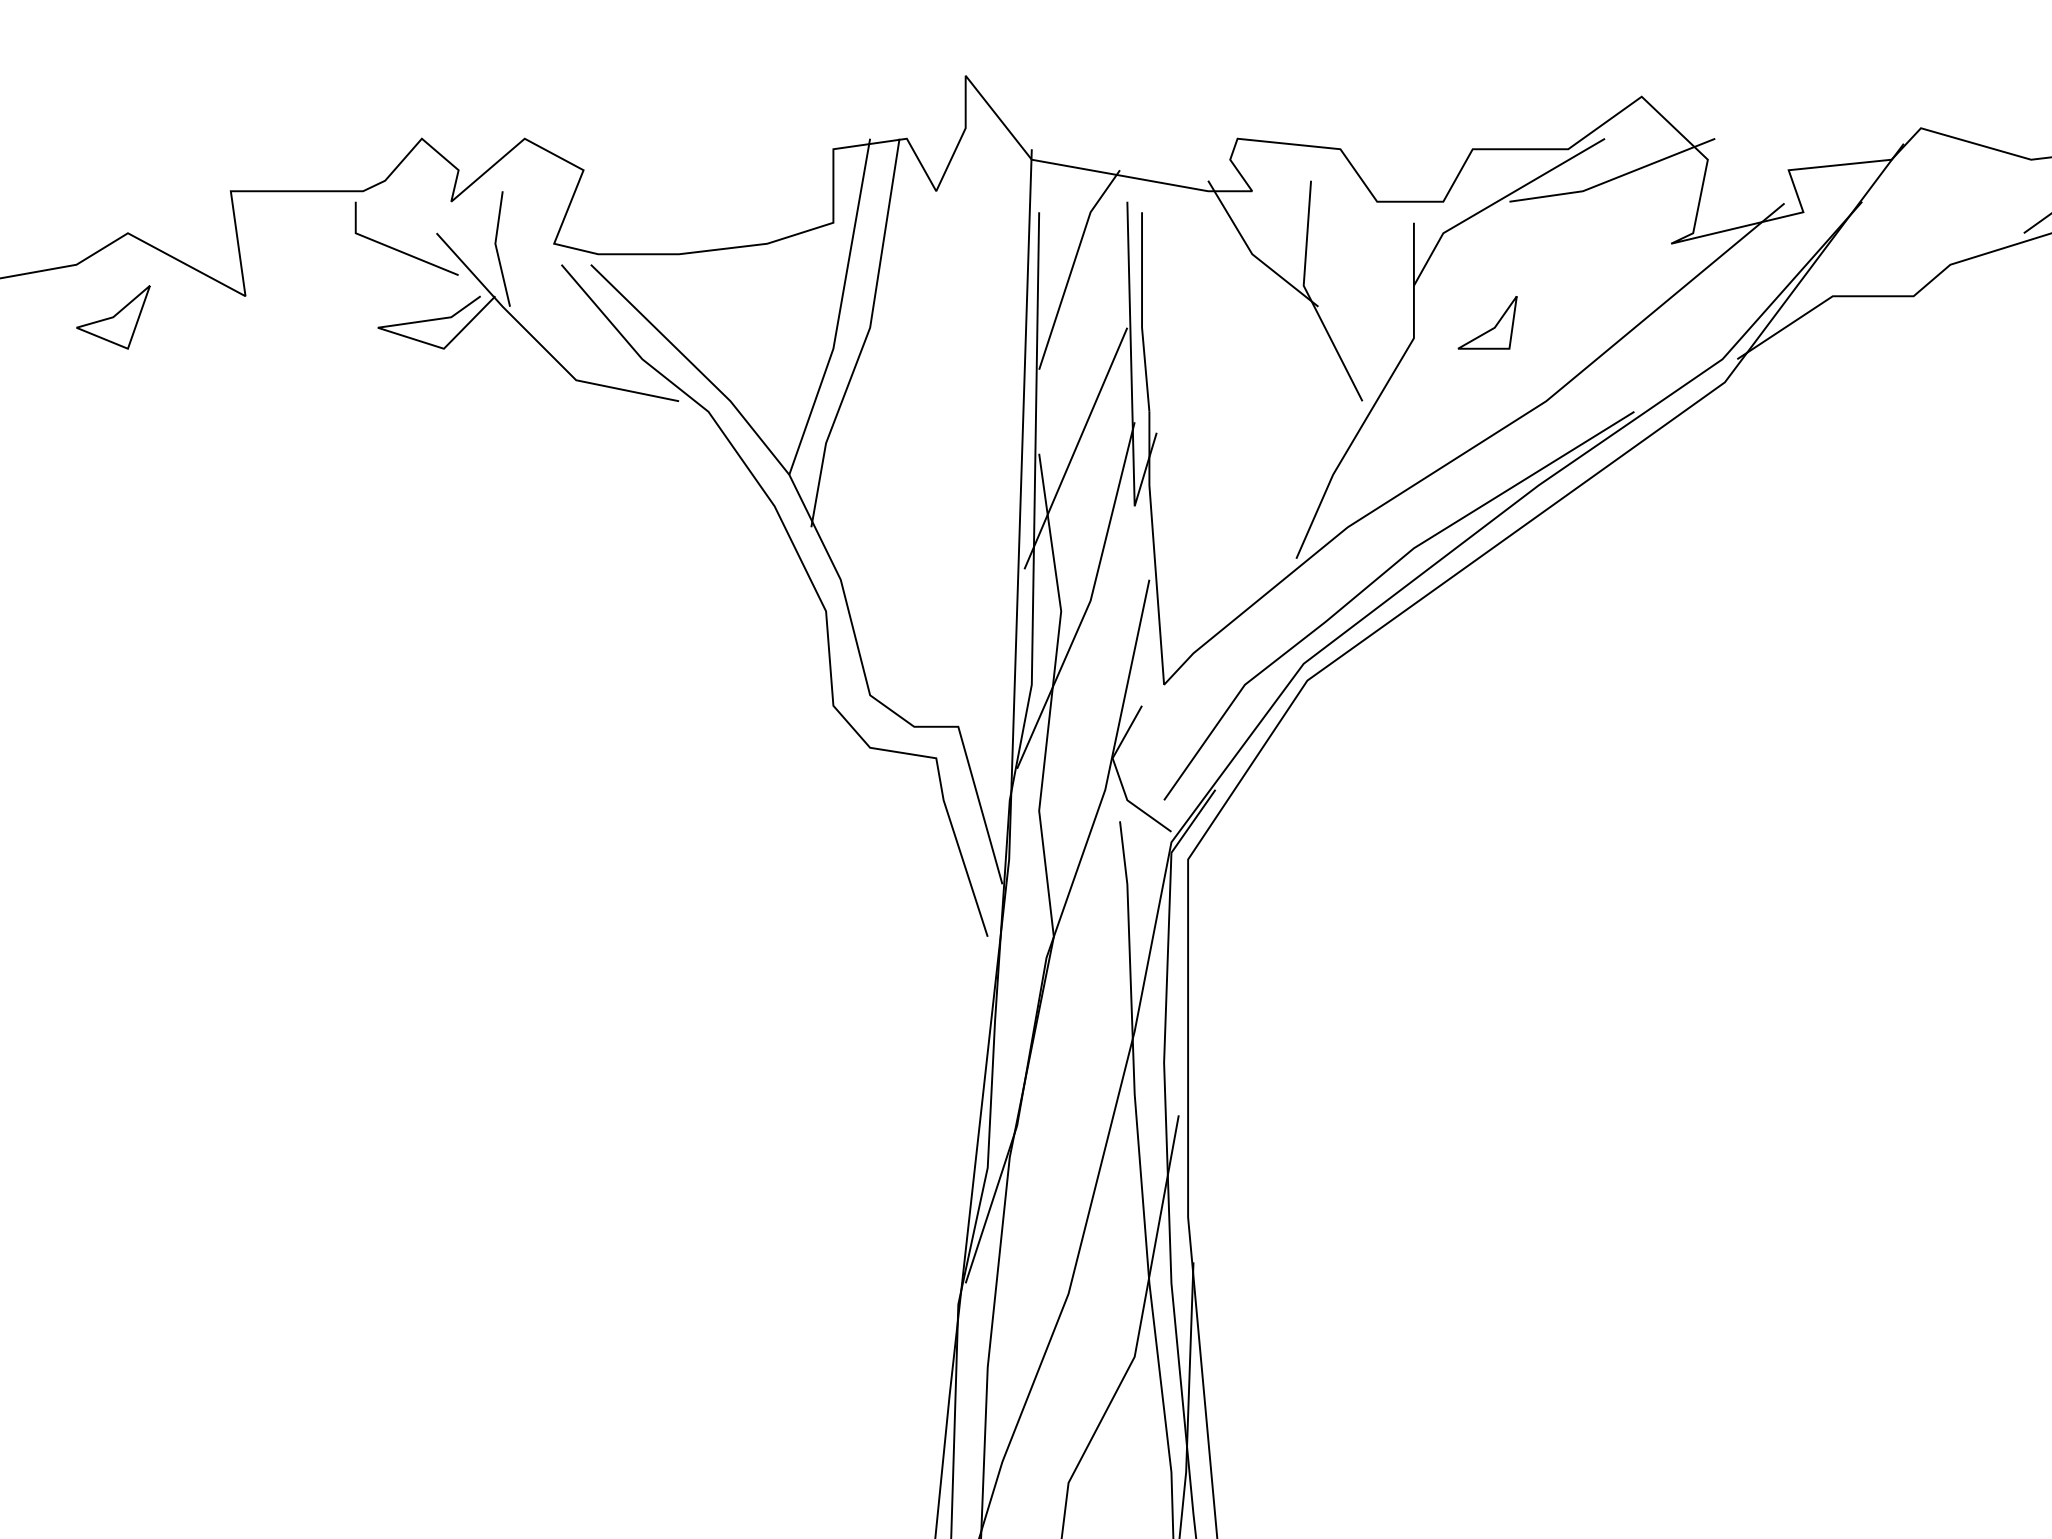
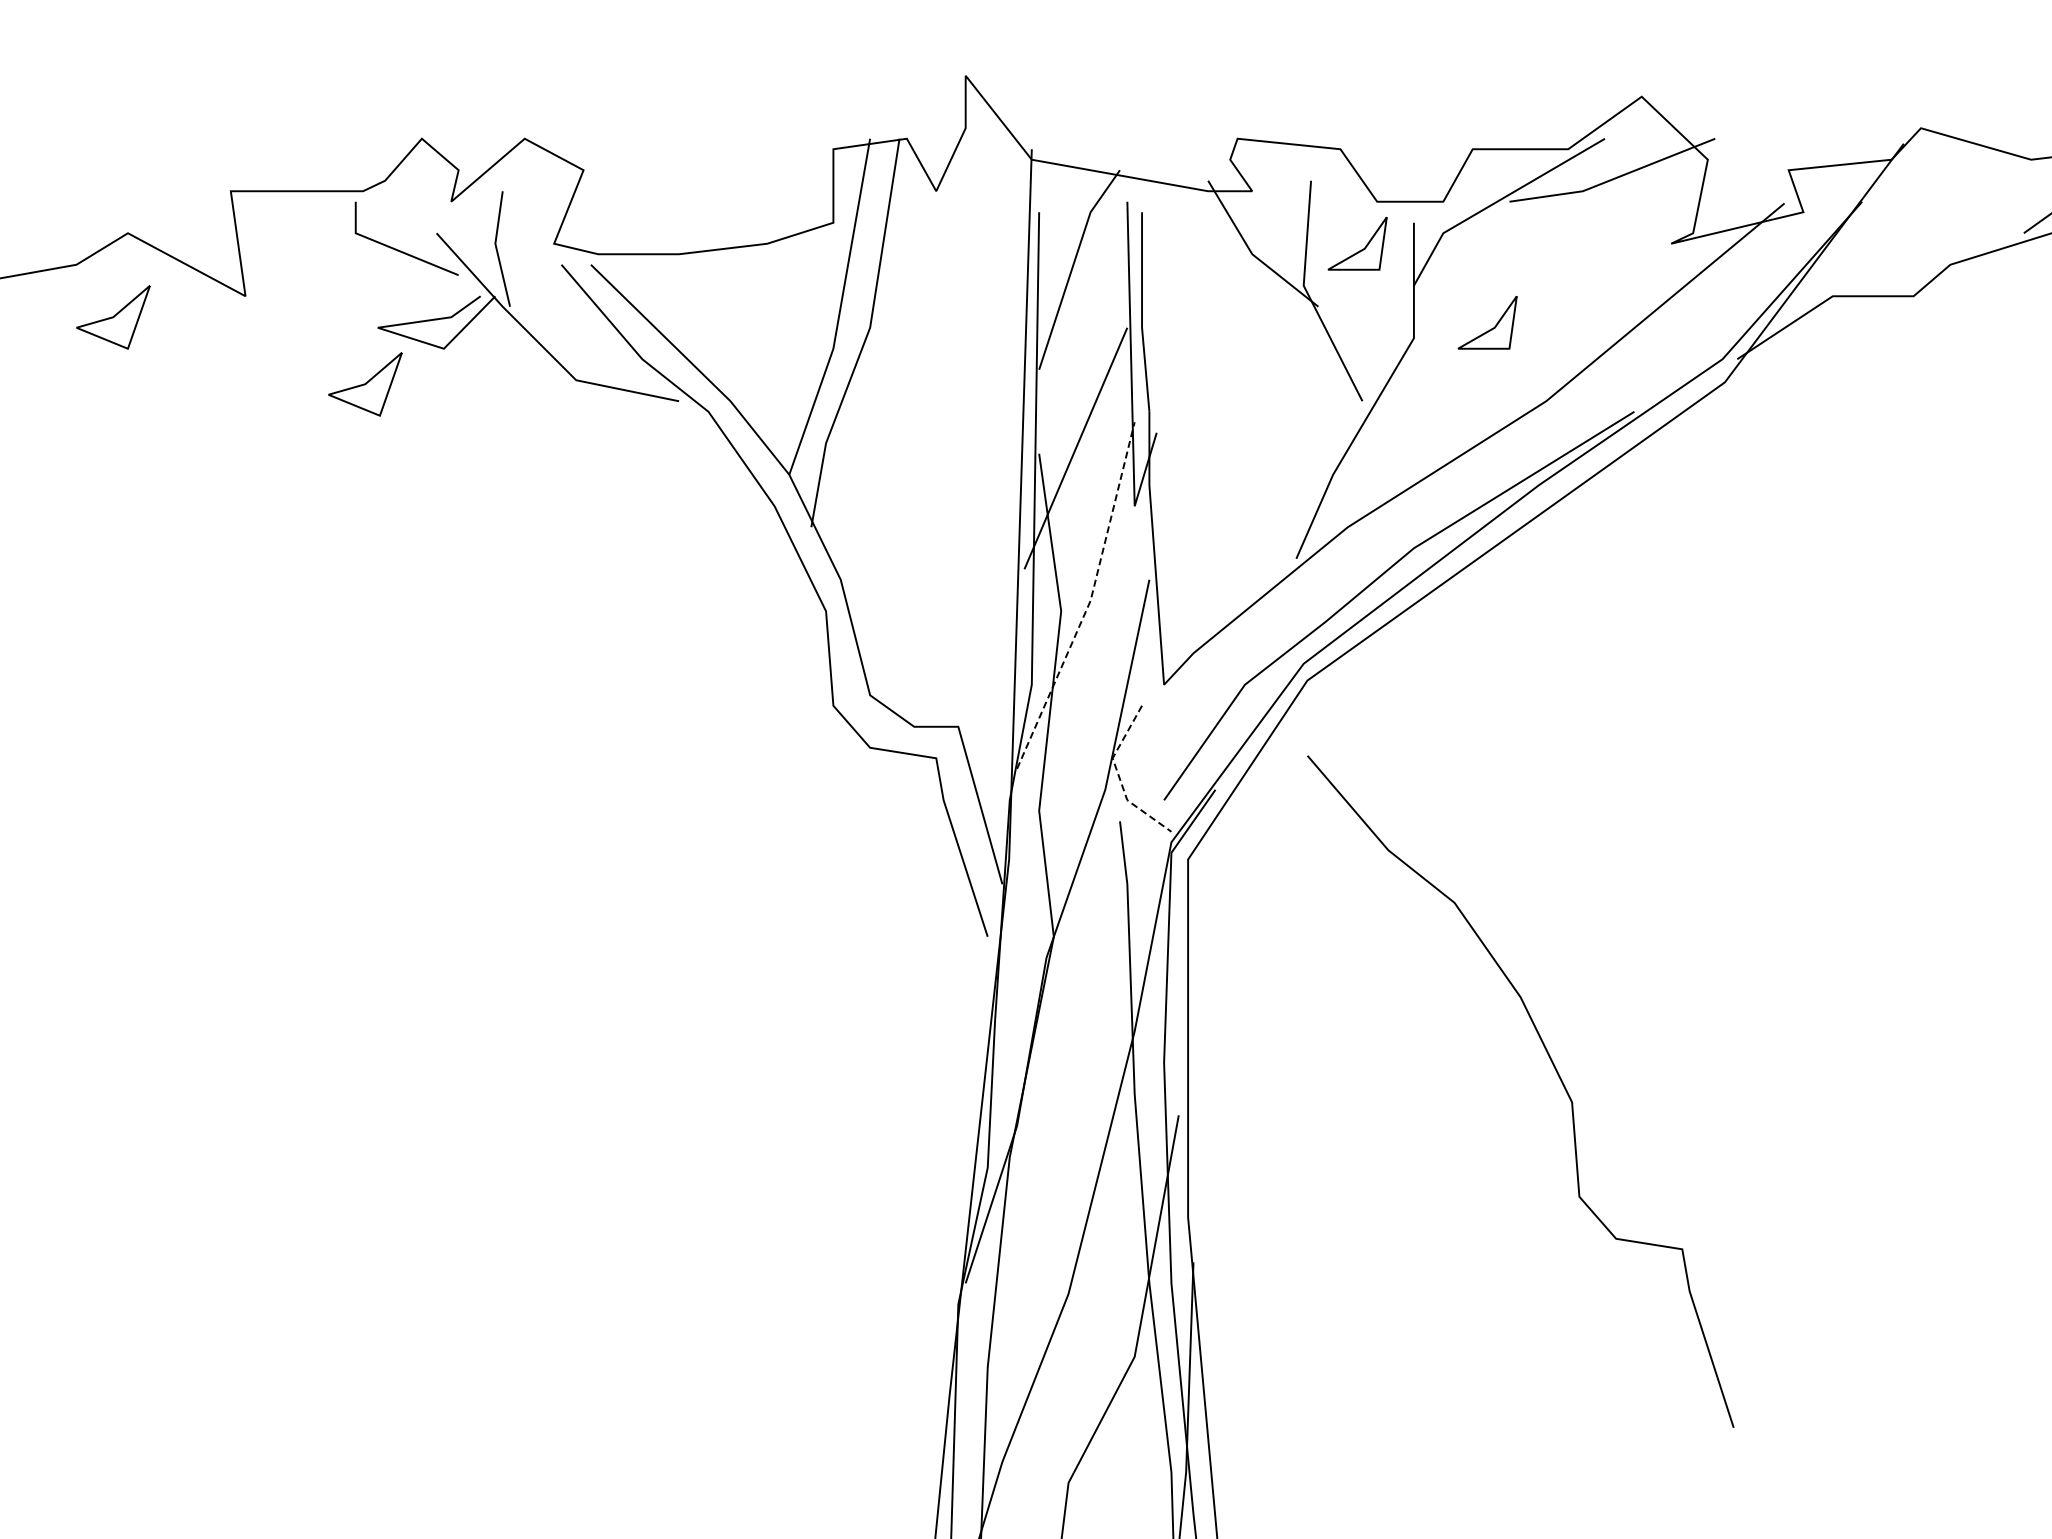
part at (1361, 249): none -> present
part at (365, 384): none -> present
line at (1090, 600): solid -> dashed
line at (1119, 776): solid -> dashed
curve at (1556, 1073): none -> present
